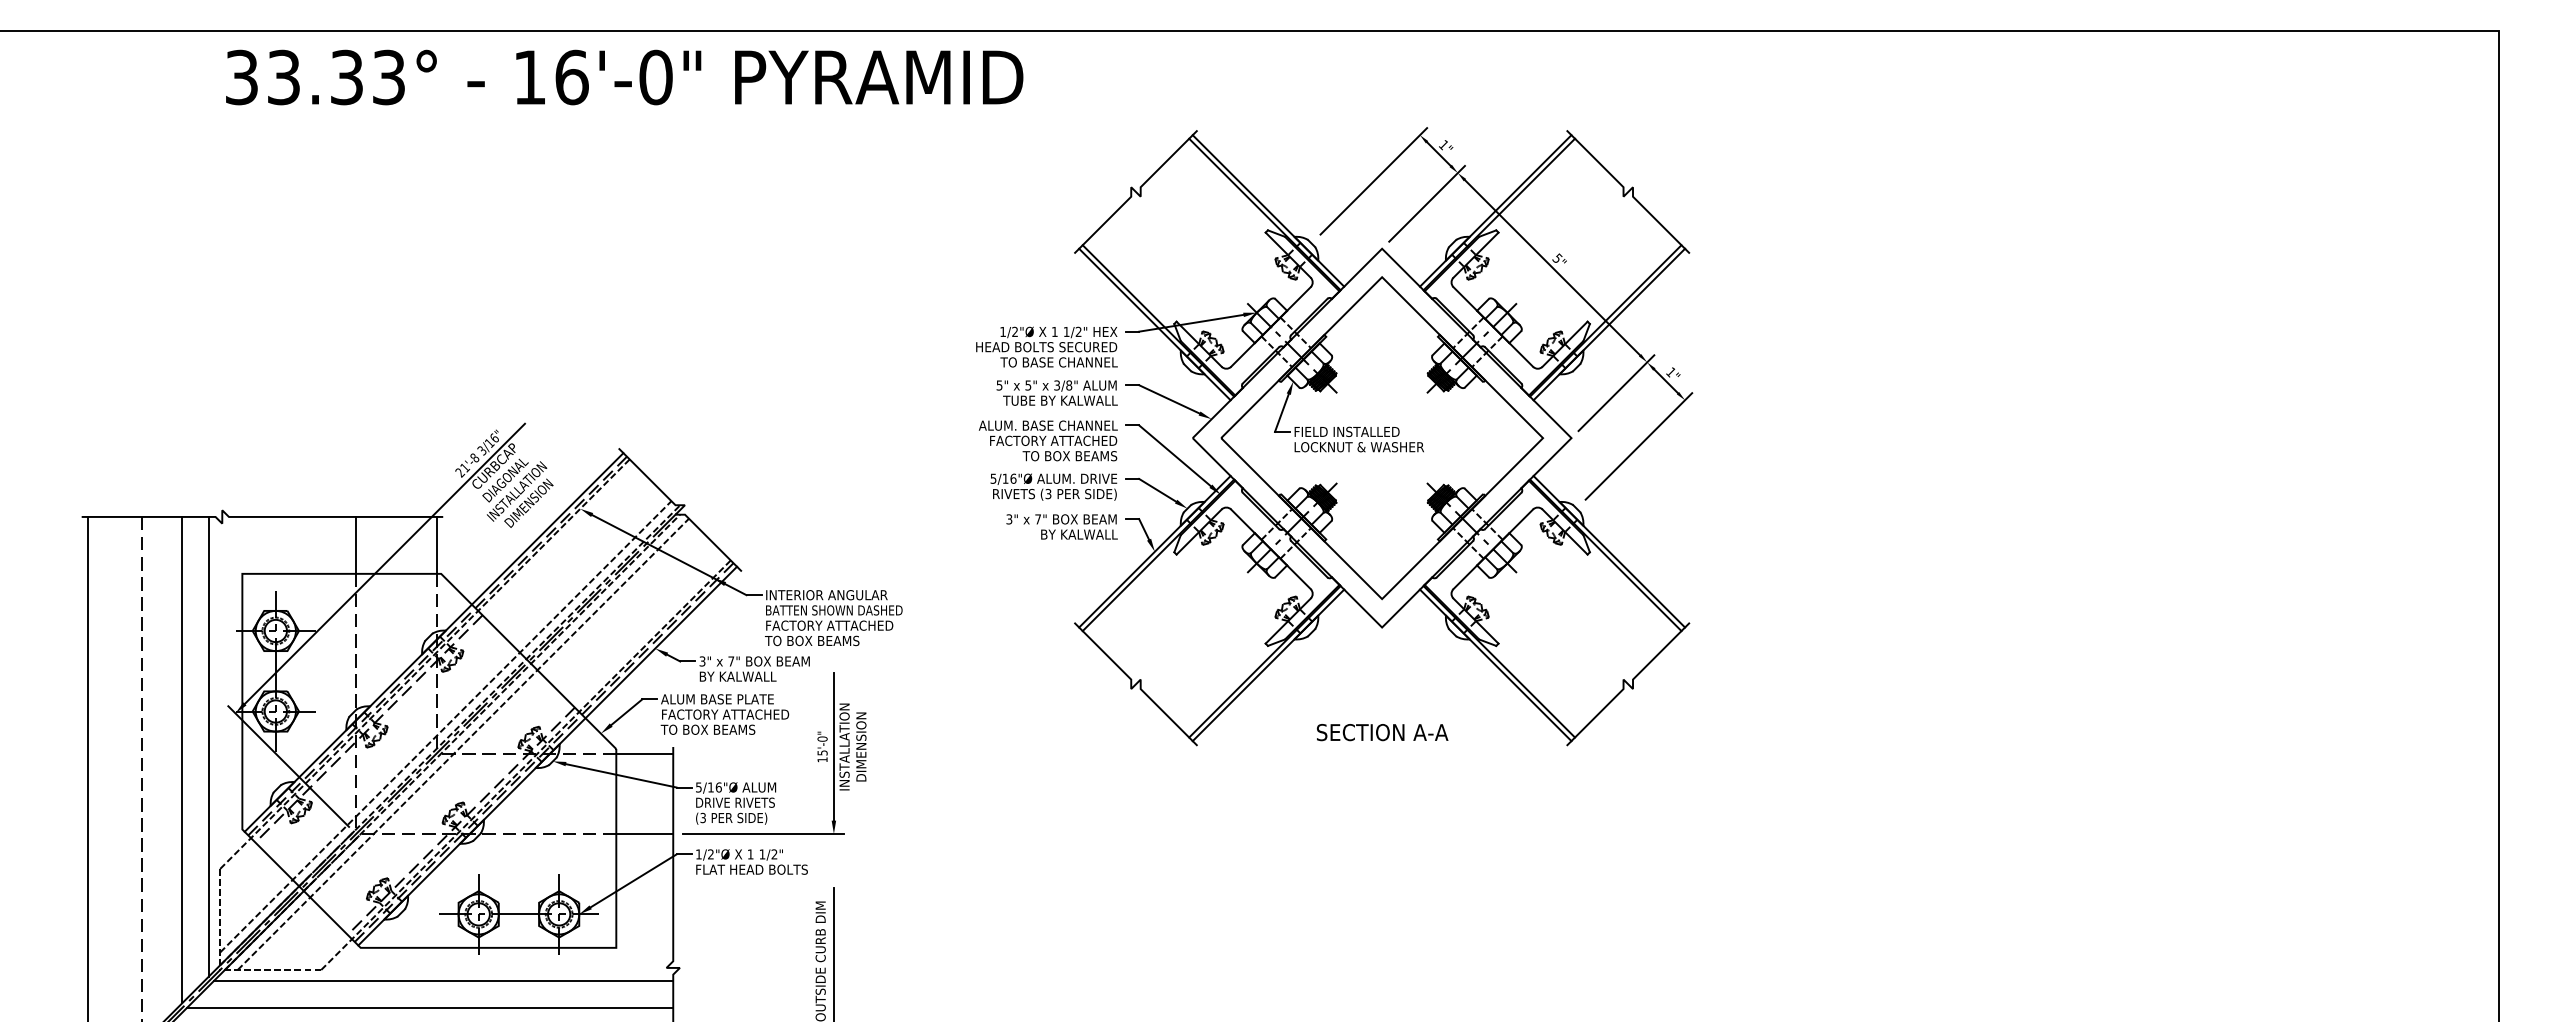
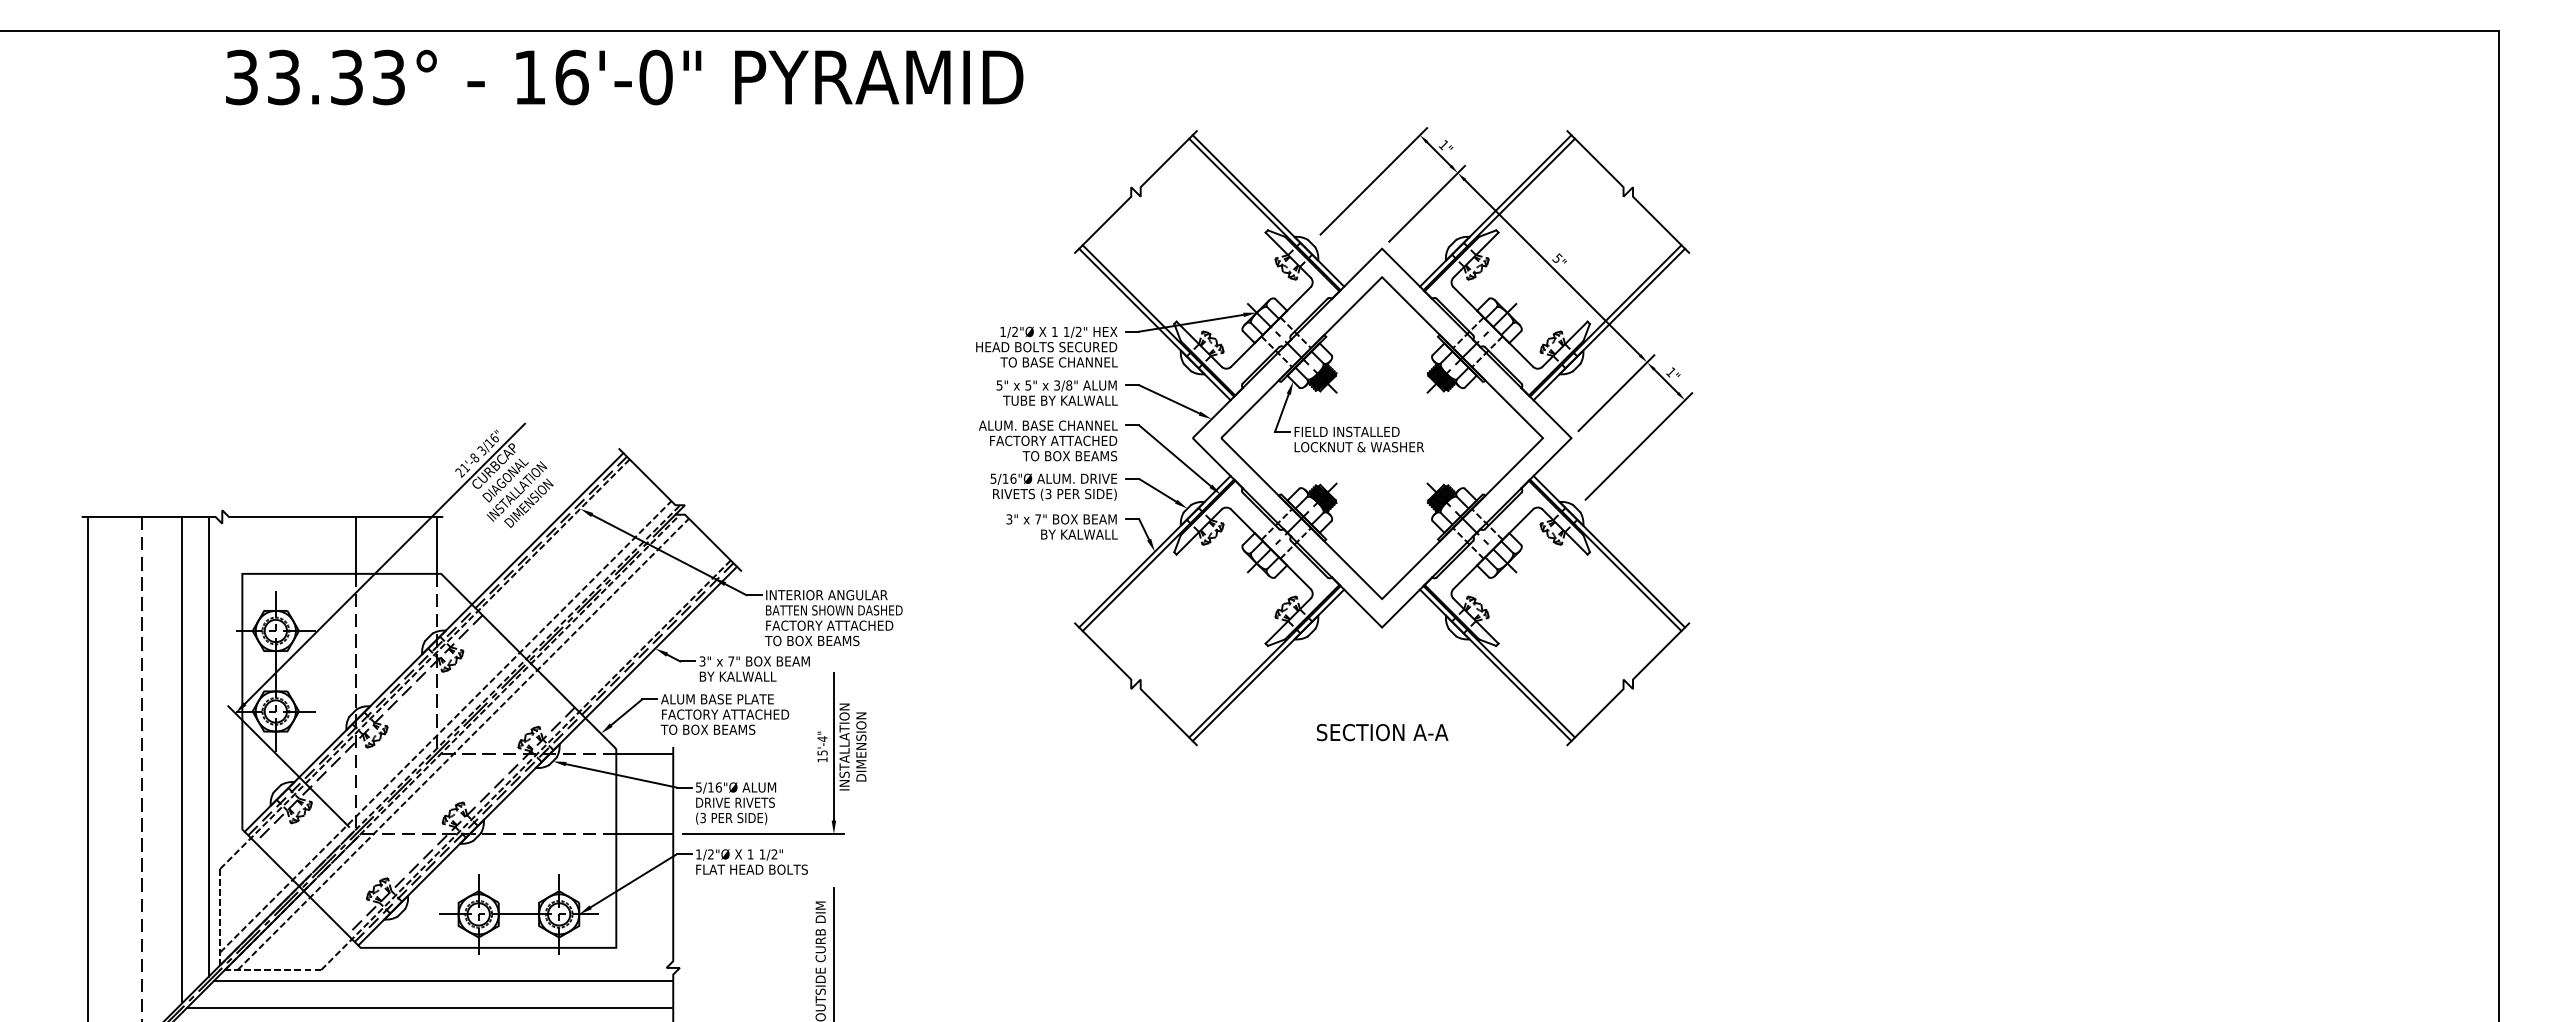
text at (822, 738): 15'-0" -> 15'-4"
